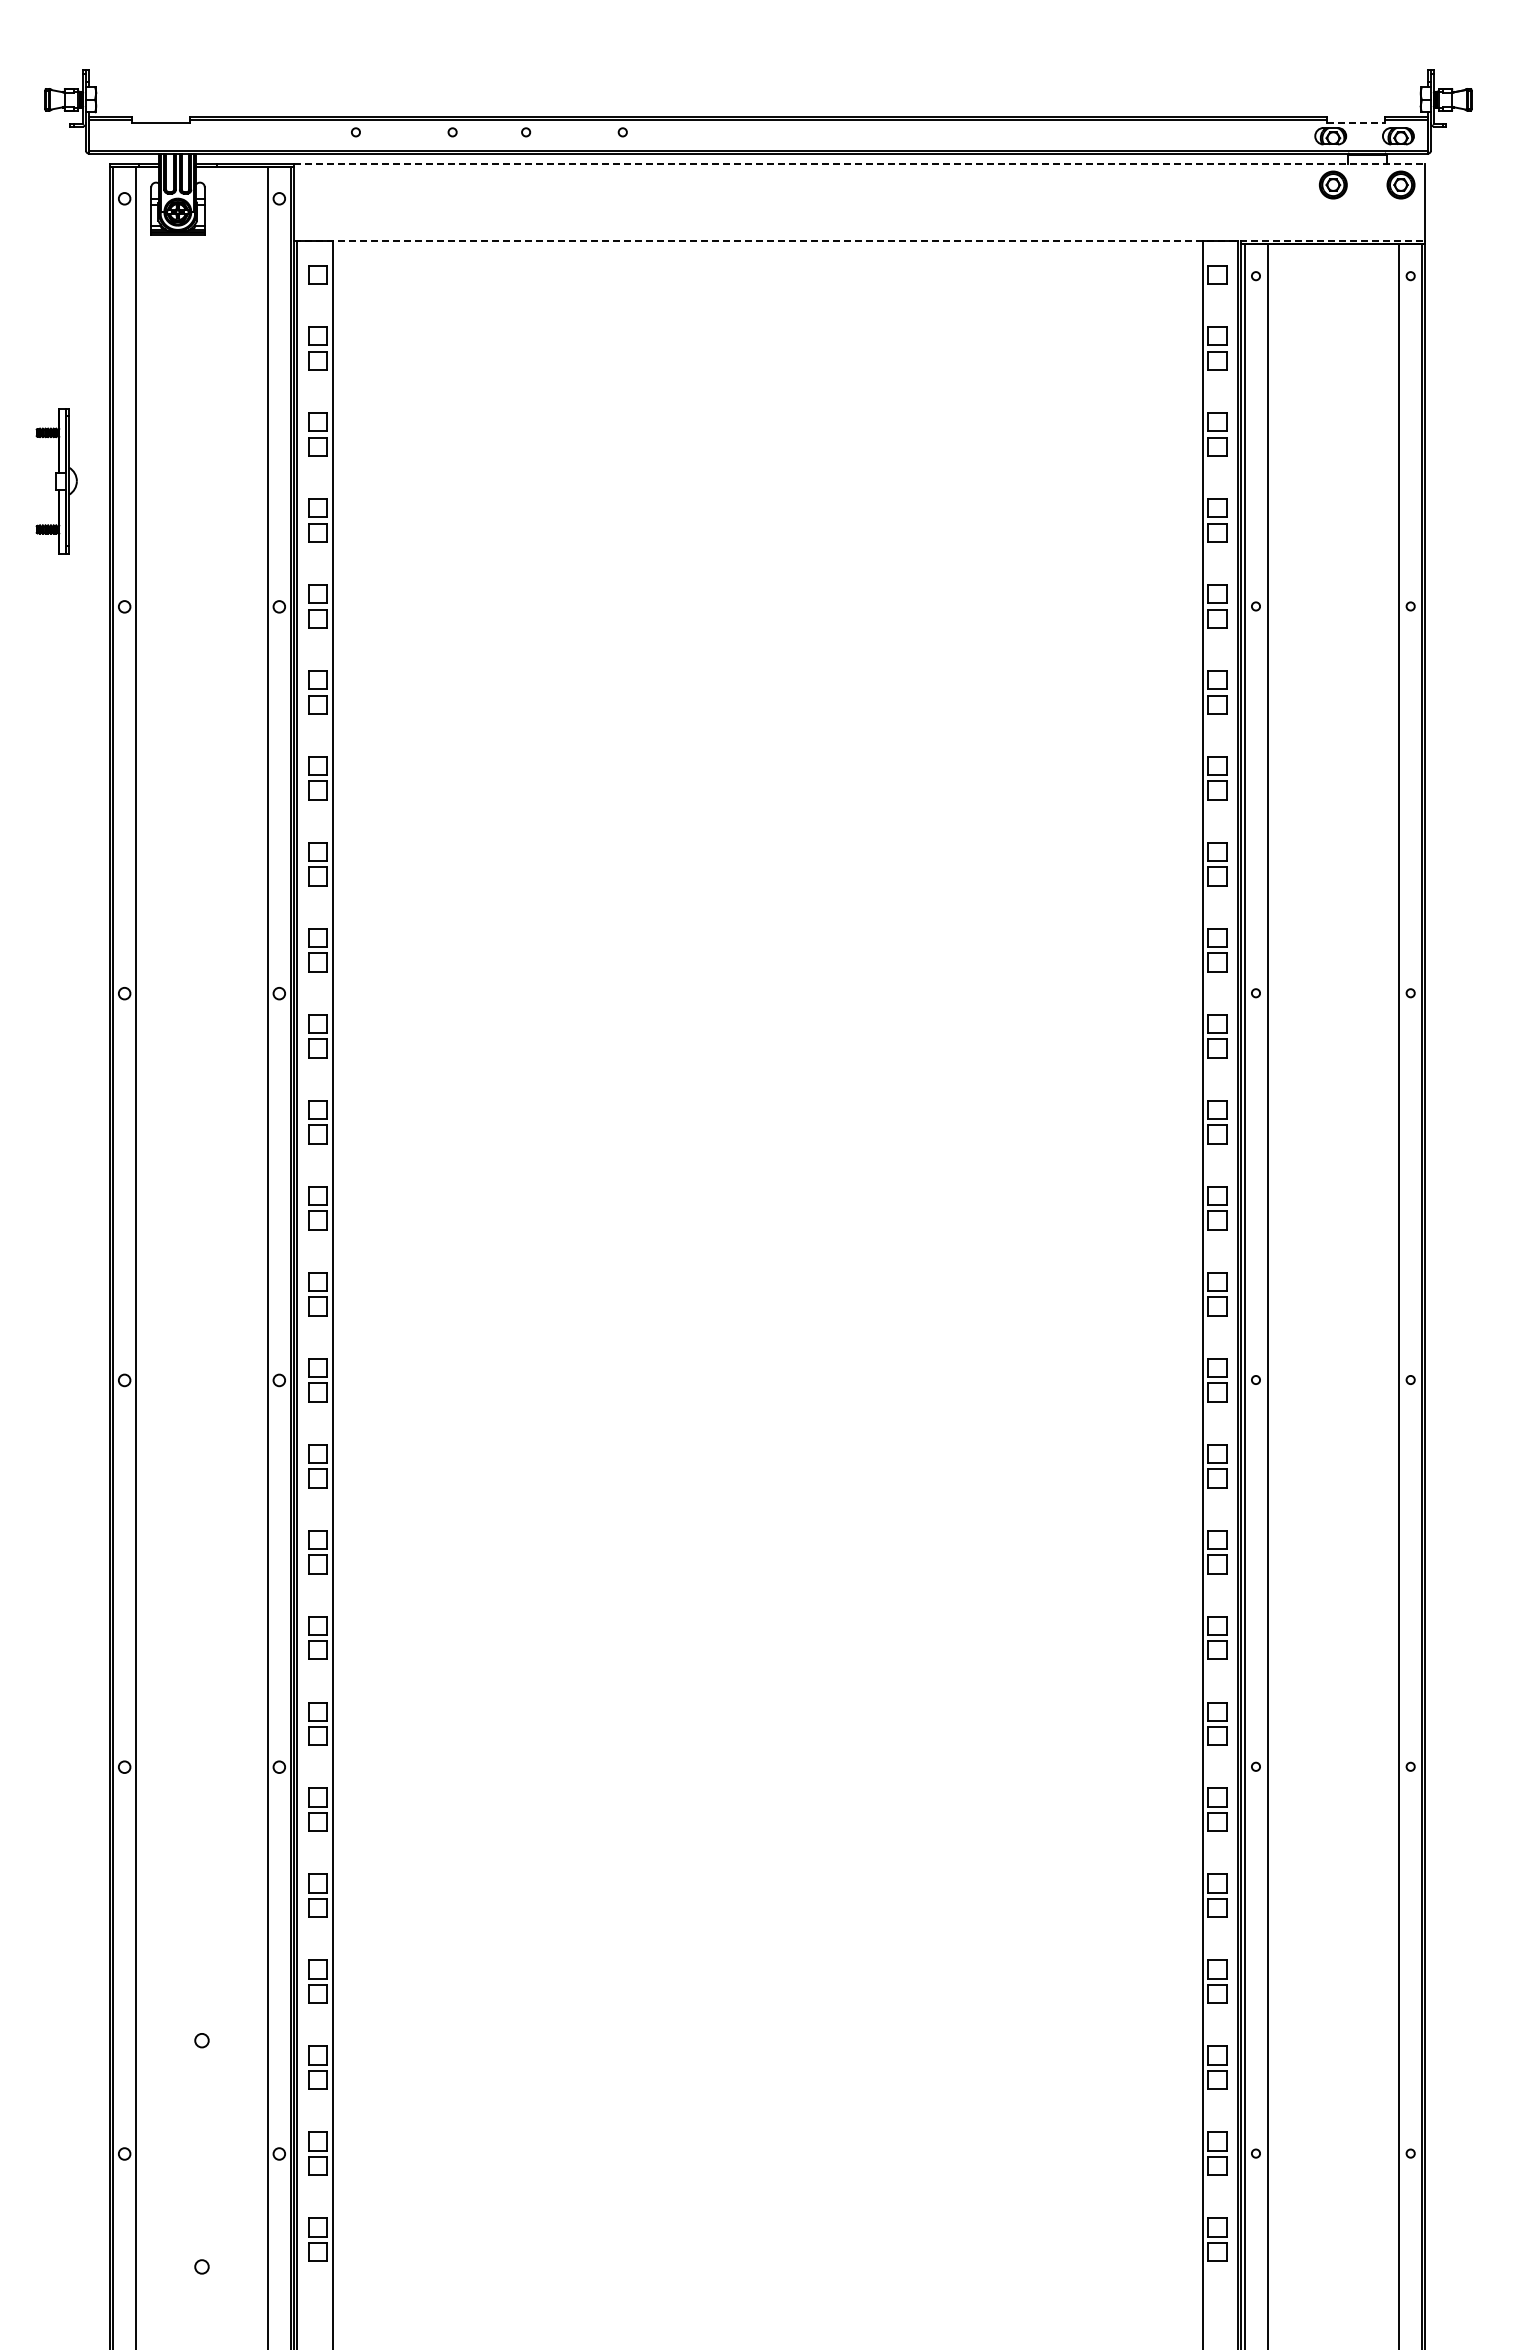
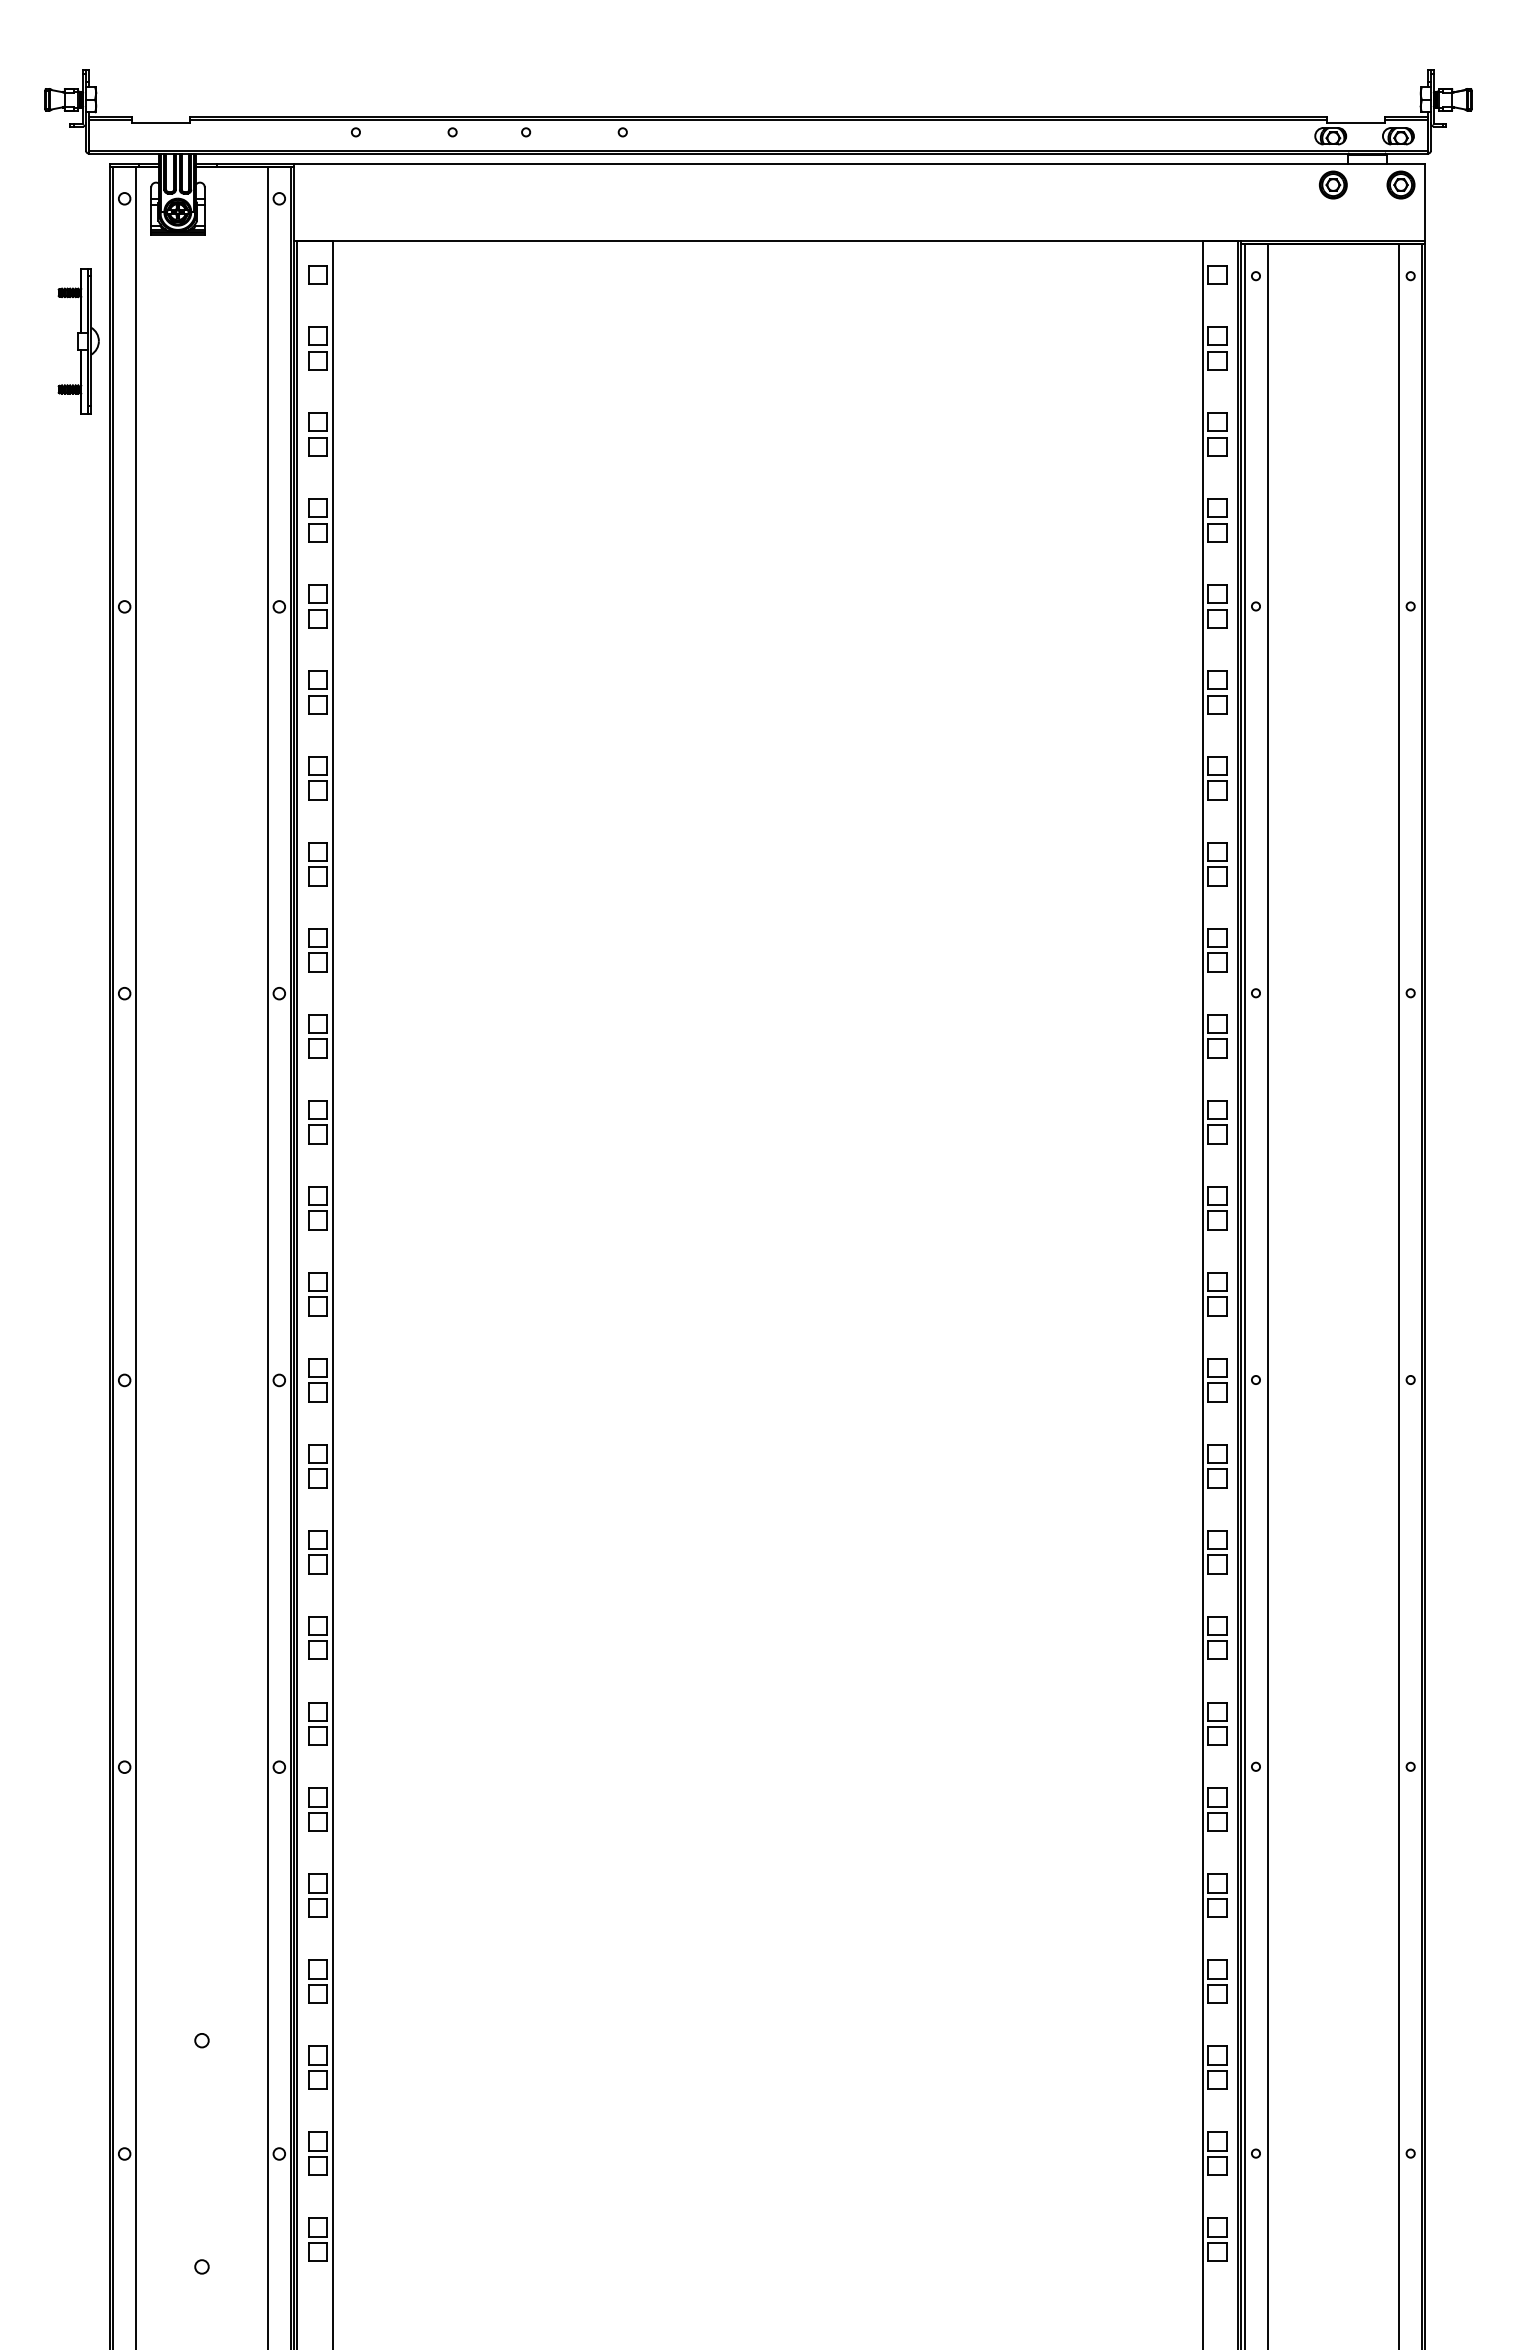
line at (1356, 122): dashed -> solid
line at (859, 163): dashed -> solid
line at (859, 241): dashed -> solid
part at (56, 481) position: (56, 481) -> (78, 341)
